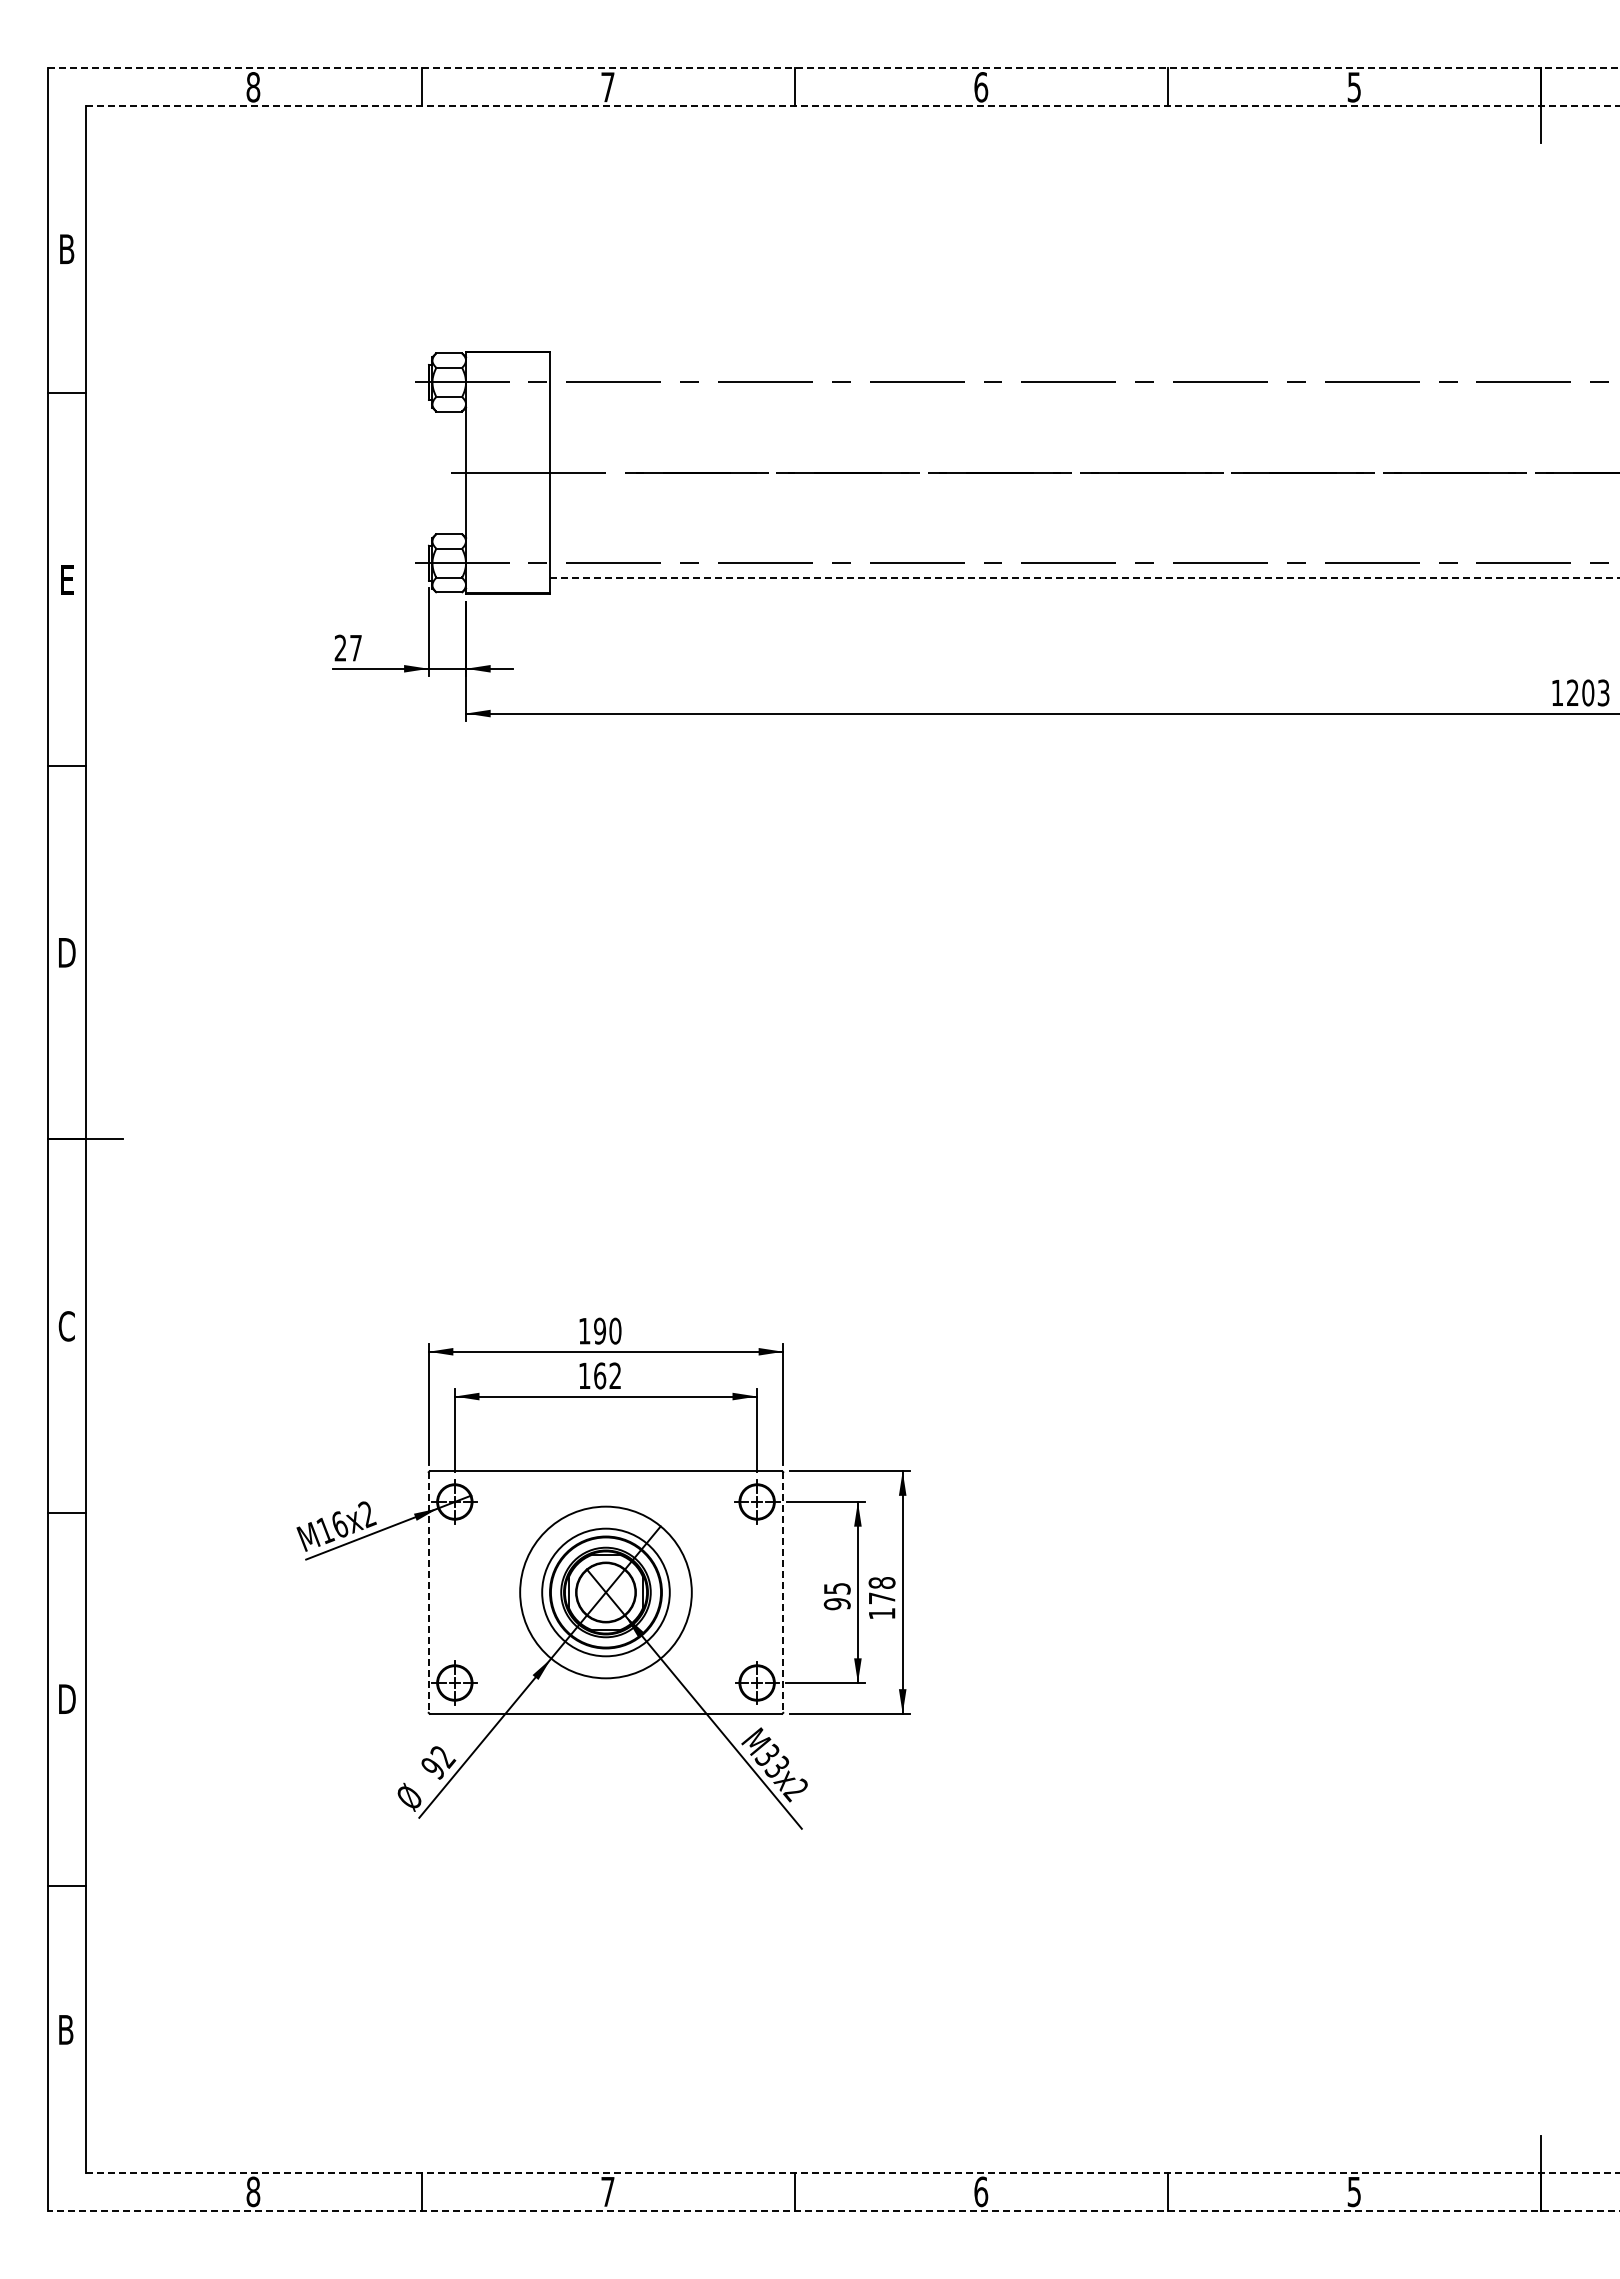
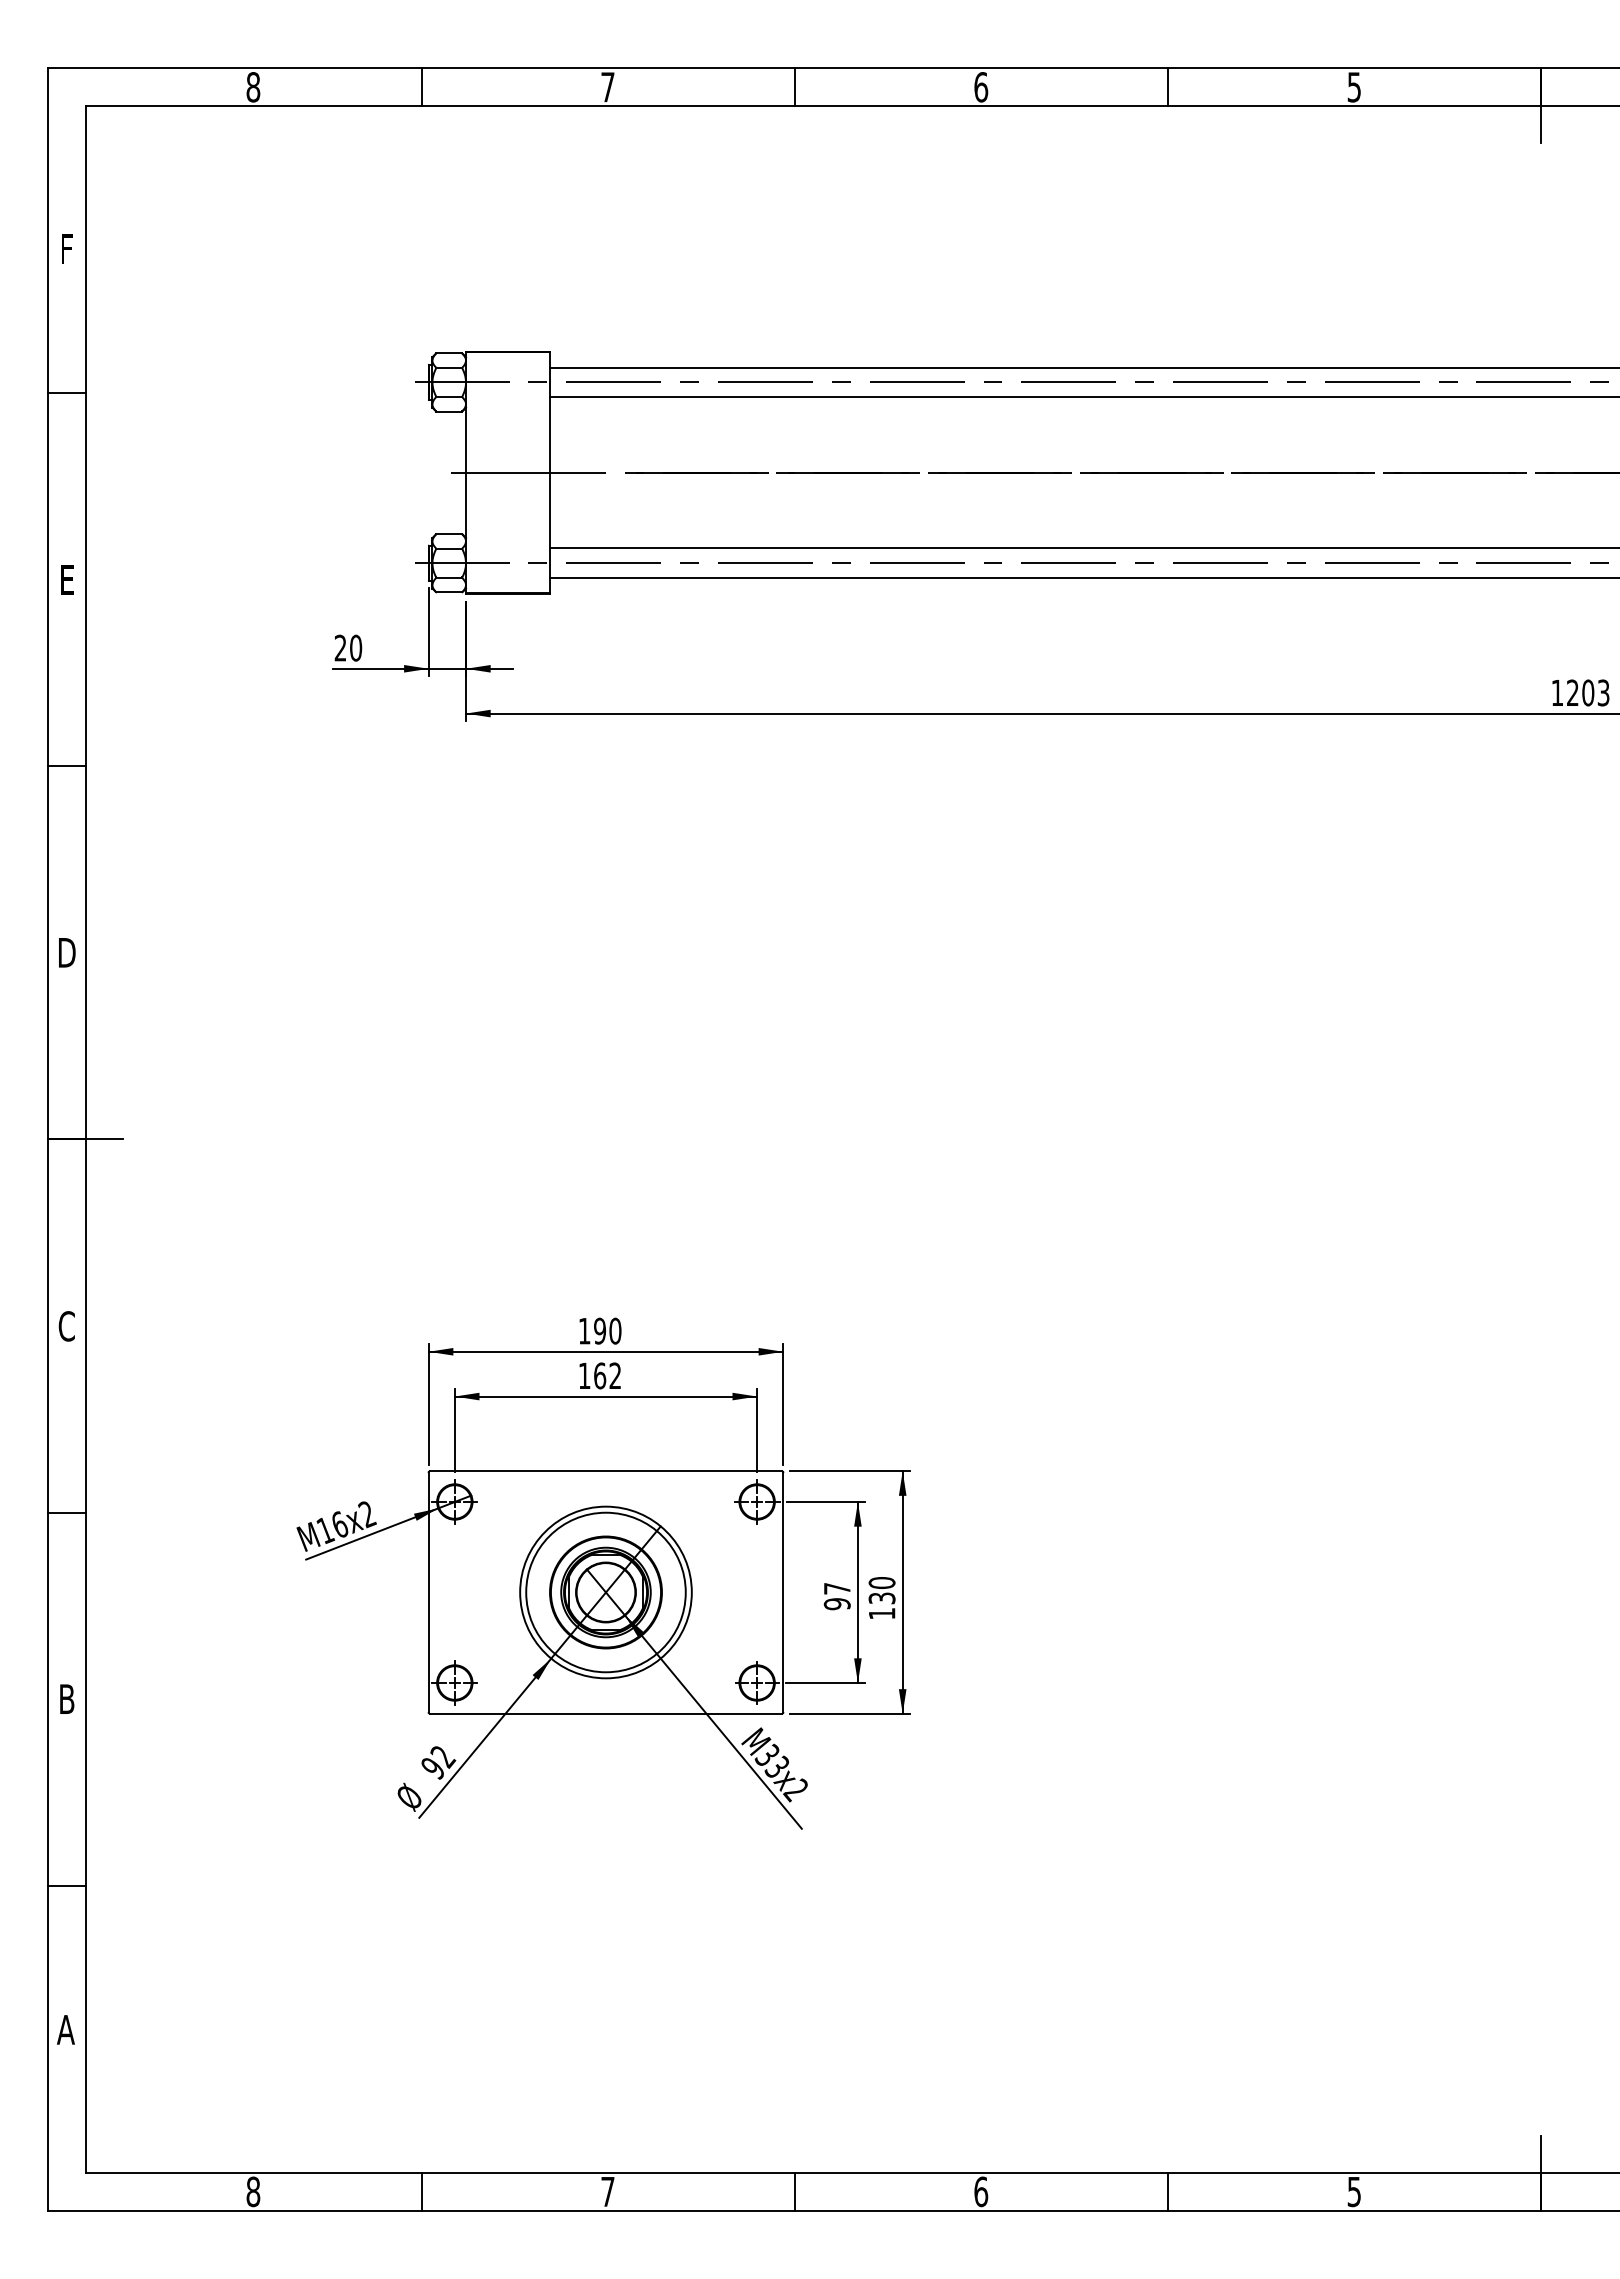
line at (834, 68): dashed -> solid
line at (852, 105): dashed -> solid
text at (67, 249): B -> F
line at (1083, 367): none -> present
line at (1083, 397): none -> present
line at (1083, 548): none -> present
line at (1084, 578): dashed -> solid
text at (356, 647): 27 -> 20
text at (837, 1588): 95 -> 97
text at (881, 1590): 178 -> 130
circle at (605, 1592) diameter: 128 px -> 160 px
line at (428, 1593): dashed -> solid
line at (783, 1593): dashed -> solid
text at (67, 1698): D -> B
text at (65, 2029): B -> A
line at (852, 2173): dashed -> solid
line at (833, 2210): dashed -> solid
